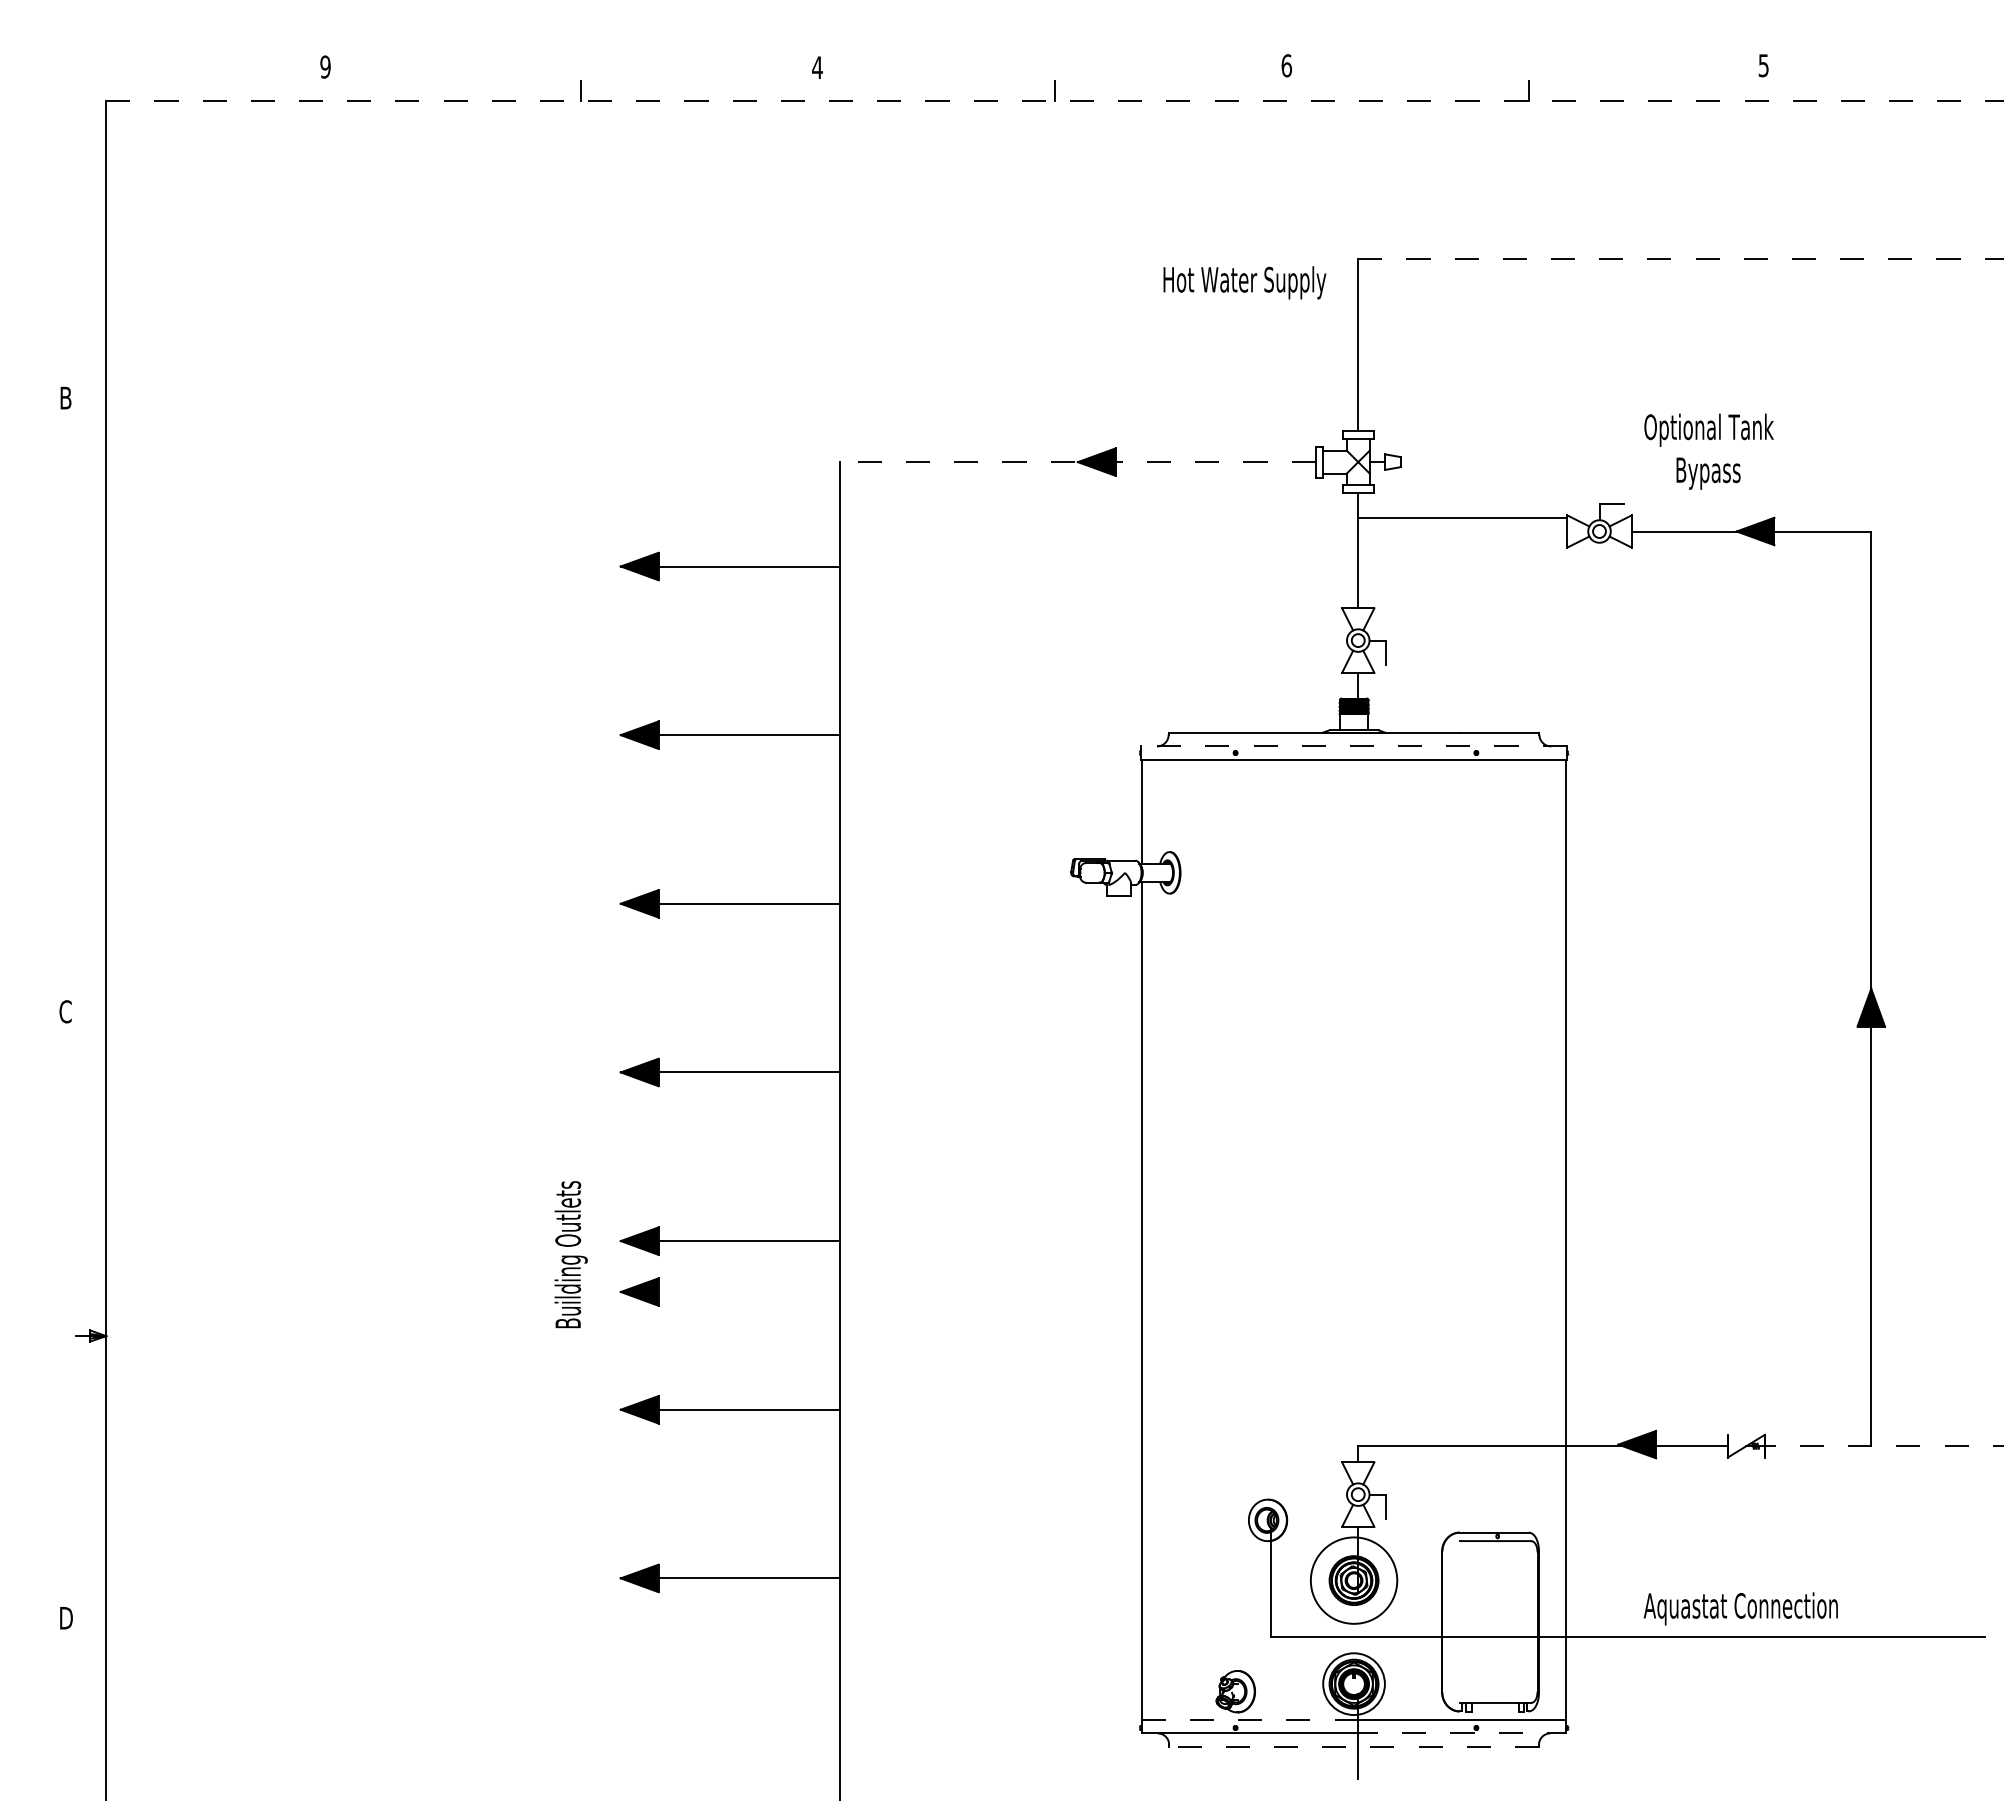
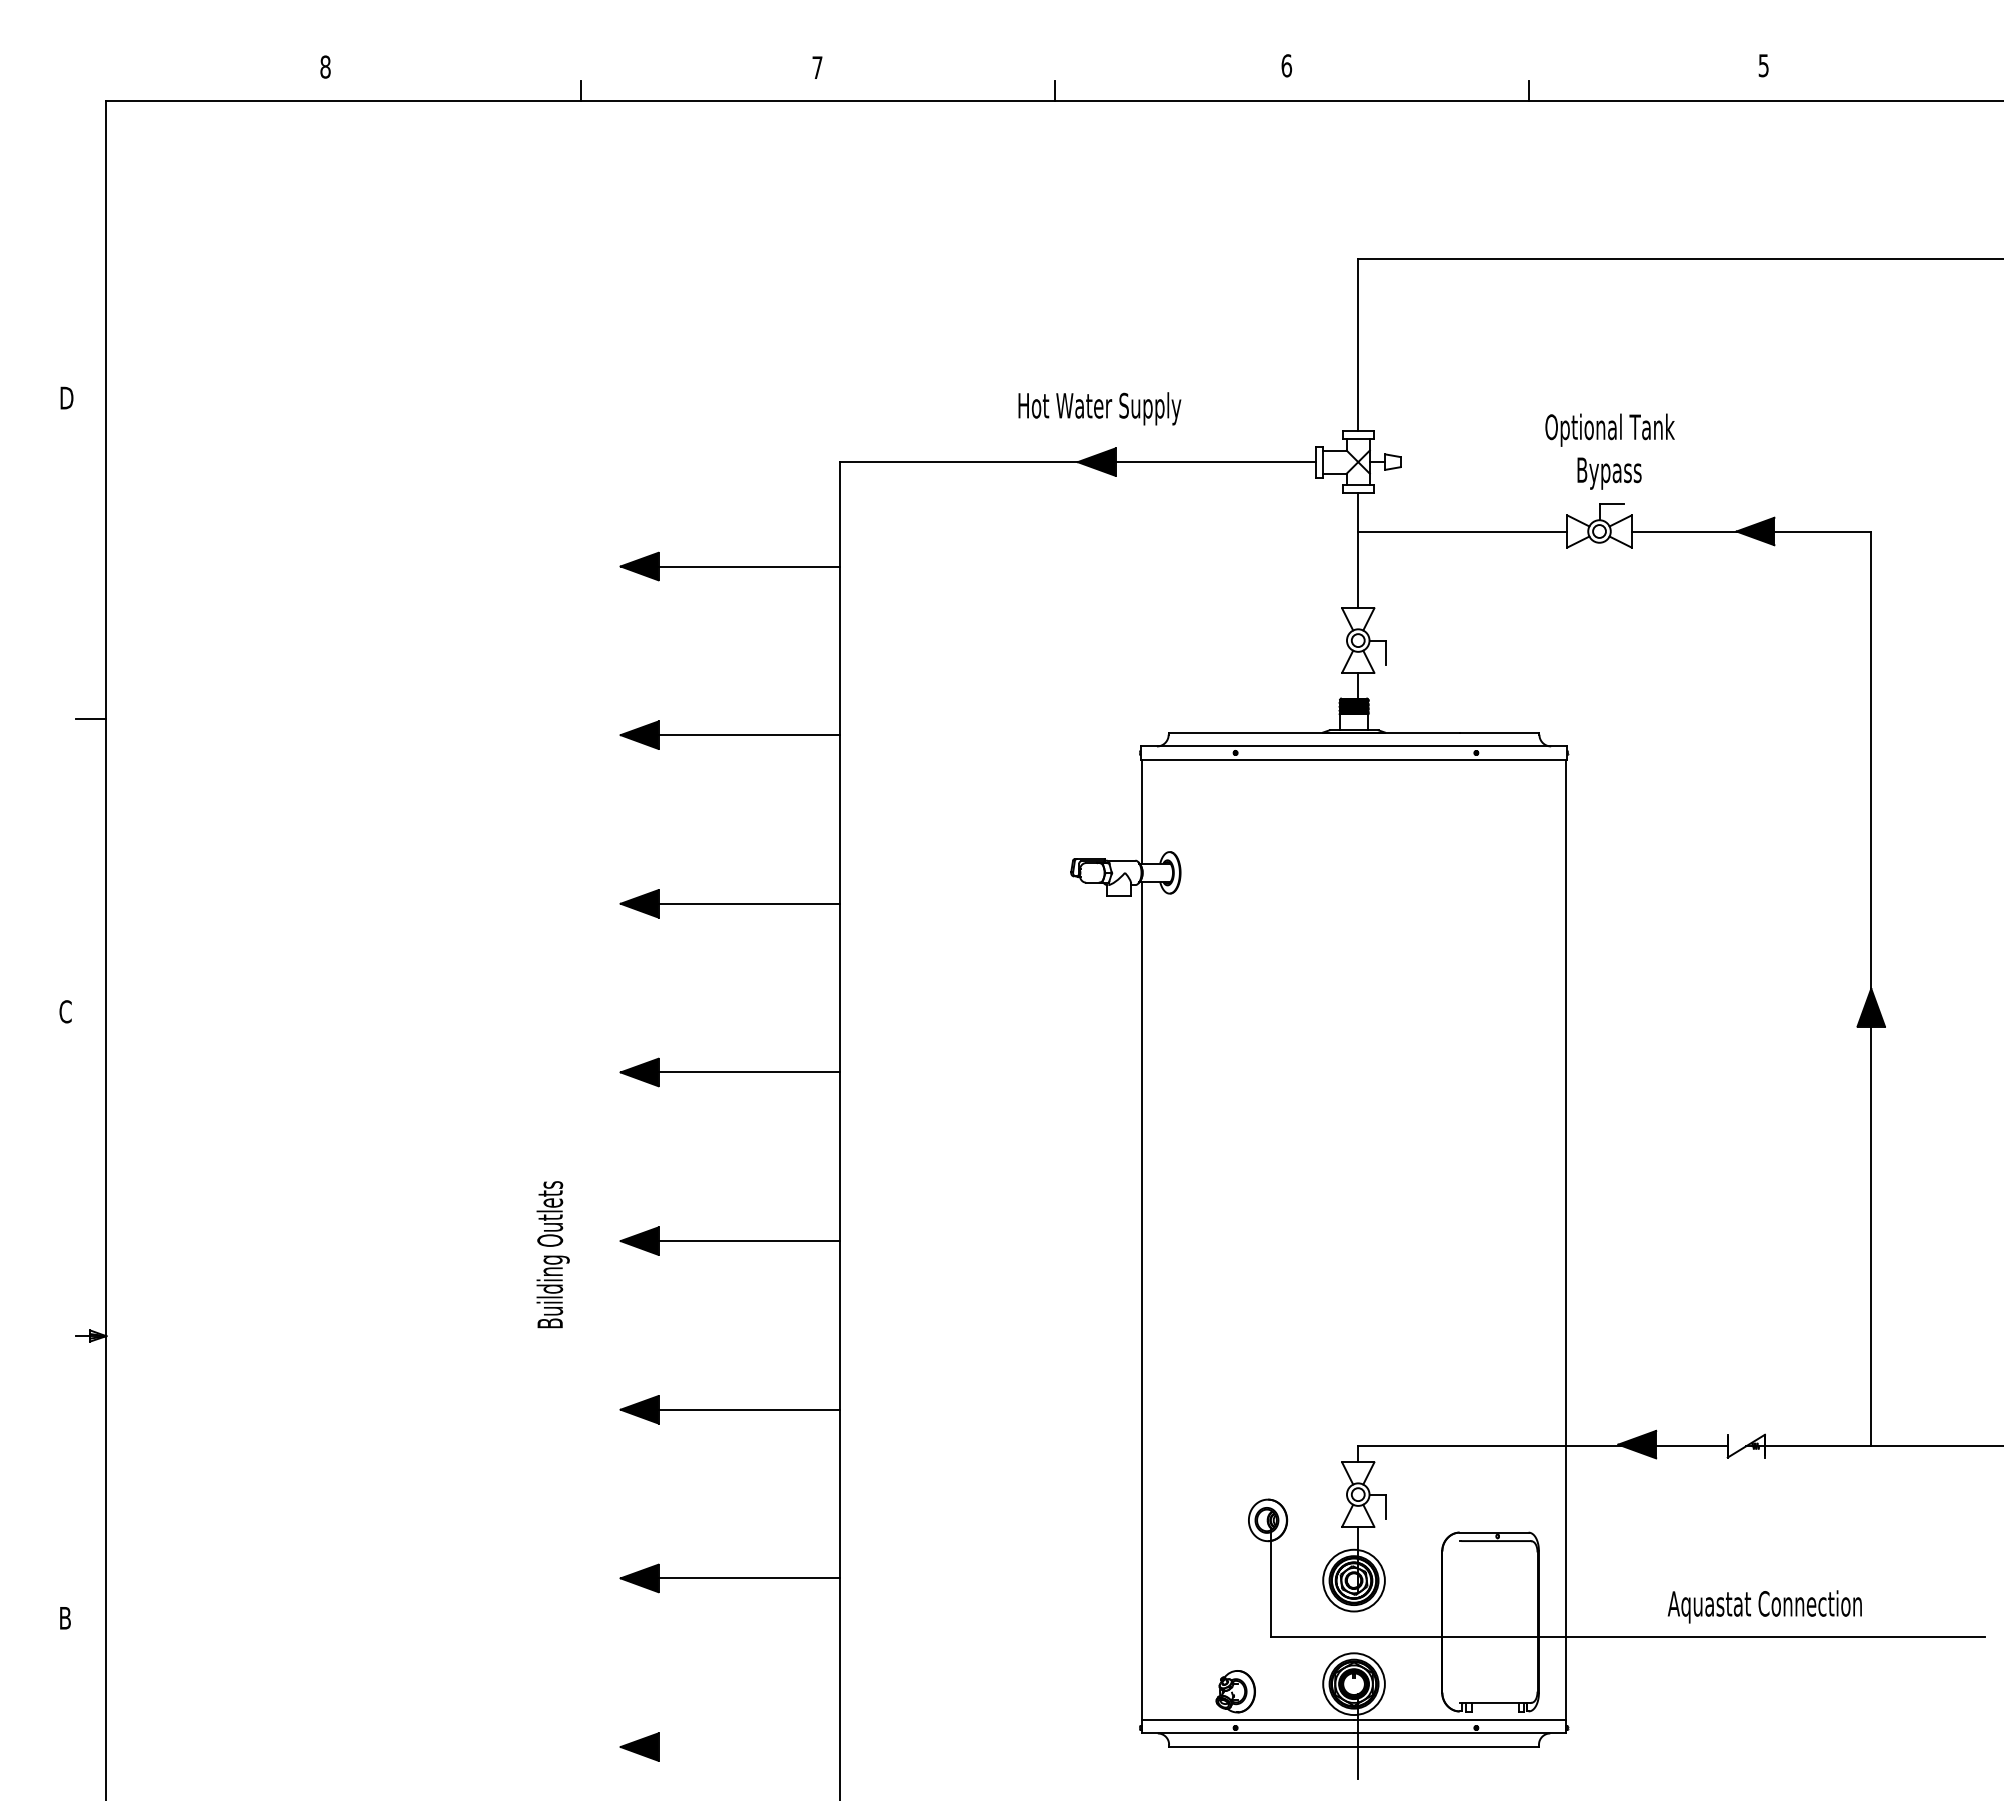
text at (325, 66): 9 -> 8
text at (817, 67): 4 -> 7
line at (1055, 101): dashed -> solid
line at (1681, 258): dashed -> solid
text at (1244, 282) position: (1244, 282) -> (1099, 408)
text at (67, 398): B -> D
text at (1708, 451) position: (1708, 451) -> (1609, 451)
line at (1077, 462): dashed -> solid
line at (1462, 517) position: (1462, 517) -> (1462, 531)
line at (91, 718): none -> present
line at (1354, 746): dashed -> solid
text at (570, 1254) position: (570, 1254) -> (552, 1254)
part at (639, 1291) position: (639, 1291) -> (639, 1746)
line at (1883, 1446): dashed -> solid
circle at (1353, 1580) diameter: 86 px -> 62 px
text at (1740, 1608) position: (1740, 1608) -> (1764, 1606)
text at (67, 1618): D -> B
line at (1248, 1720): dashed -> solid
line at (1460, 1733): dashed -> solid
line at (1354, 1746): dashed -> solid
